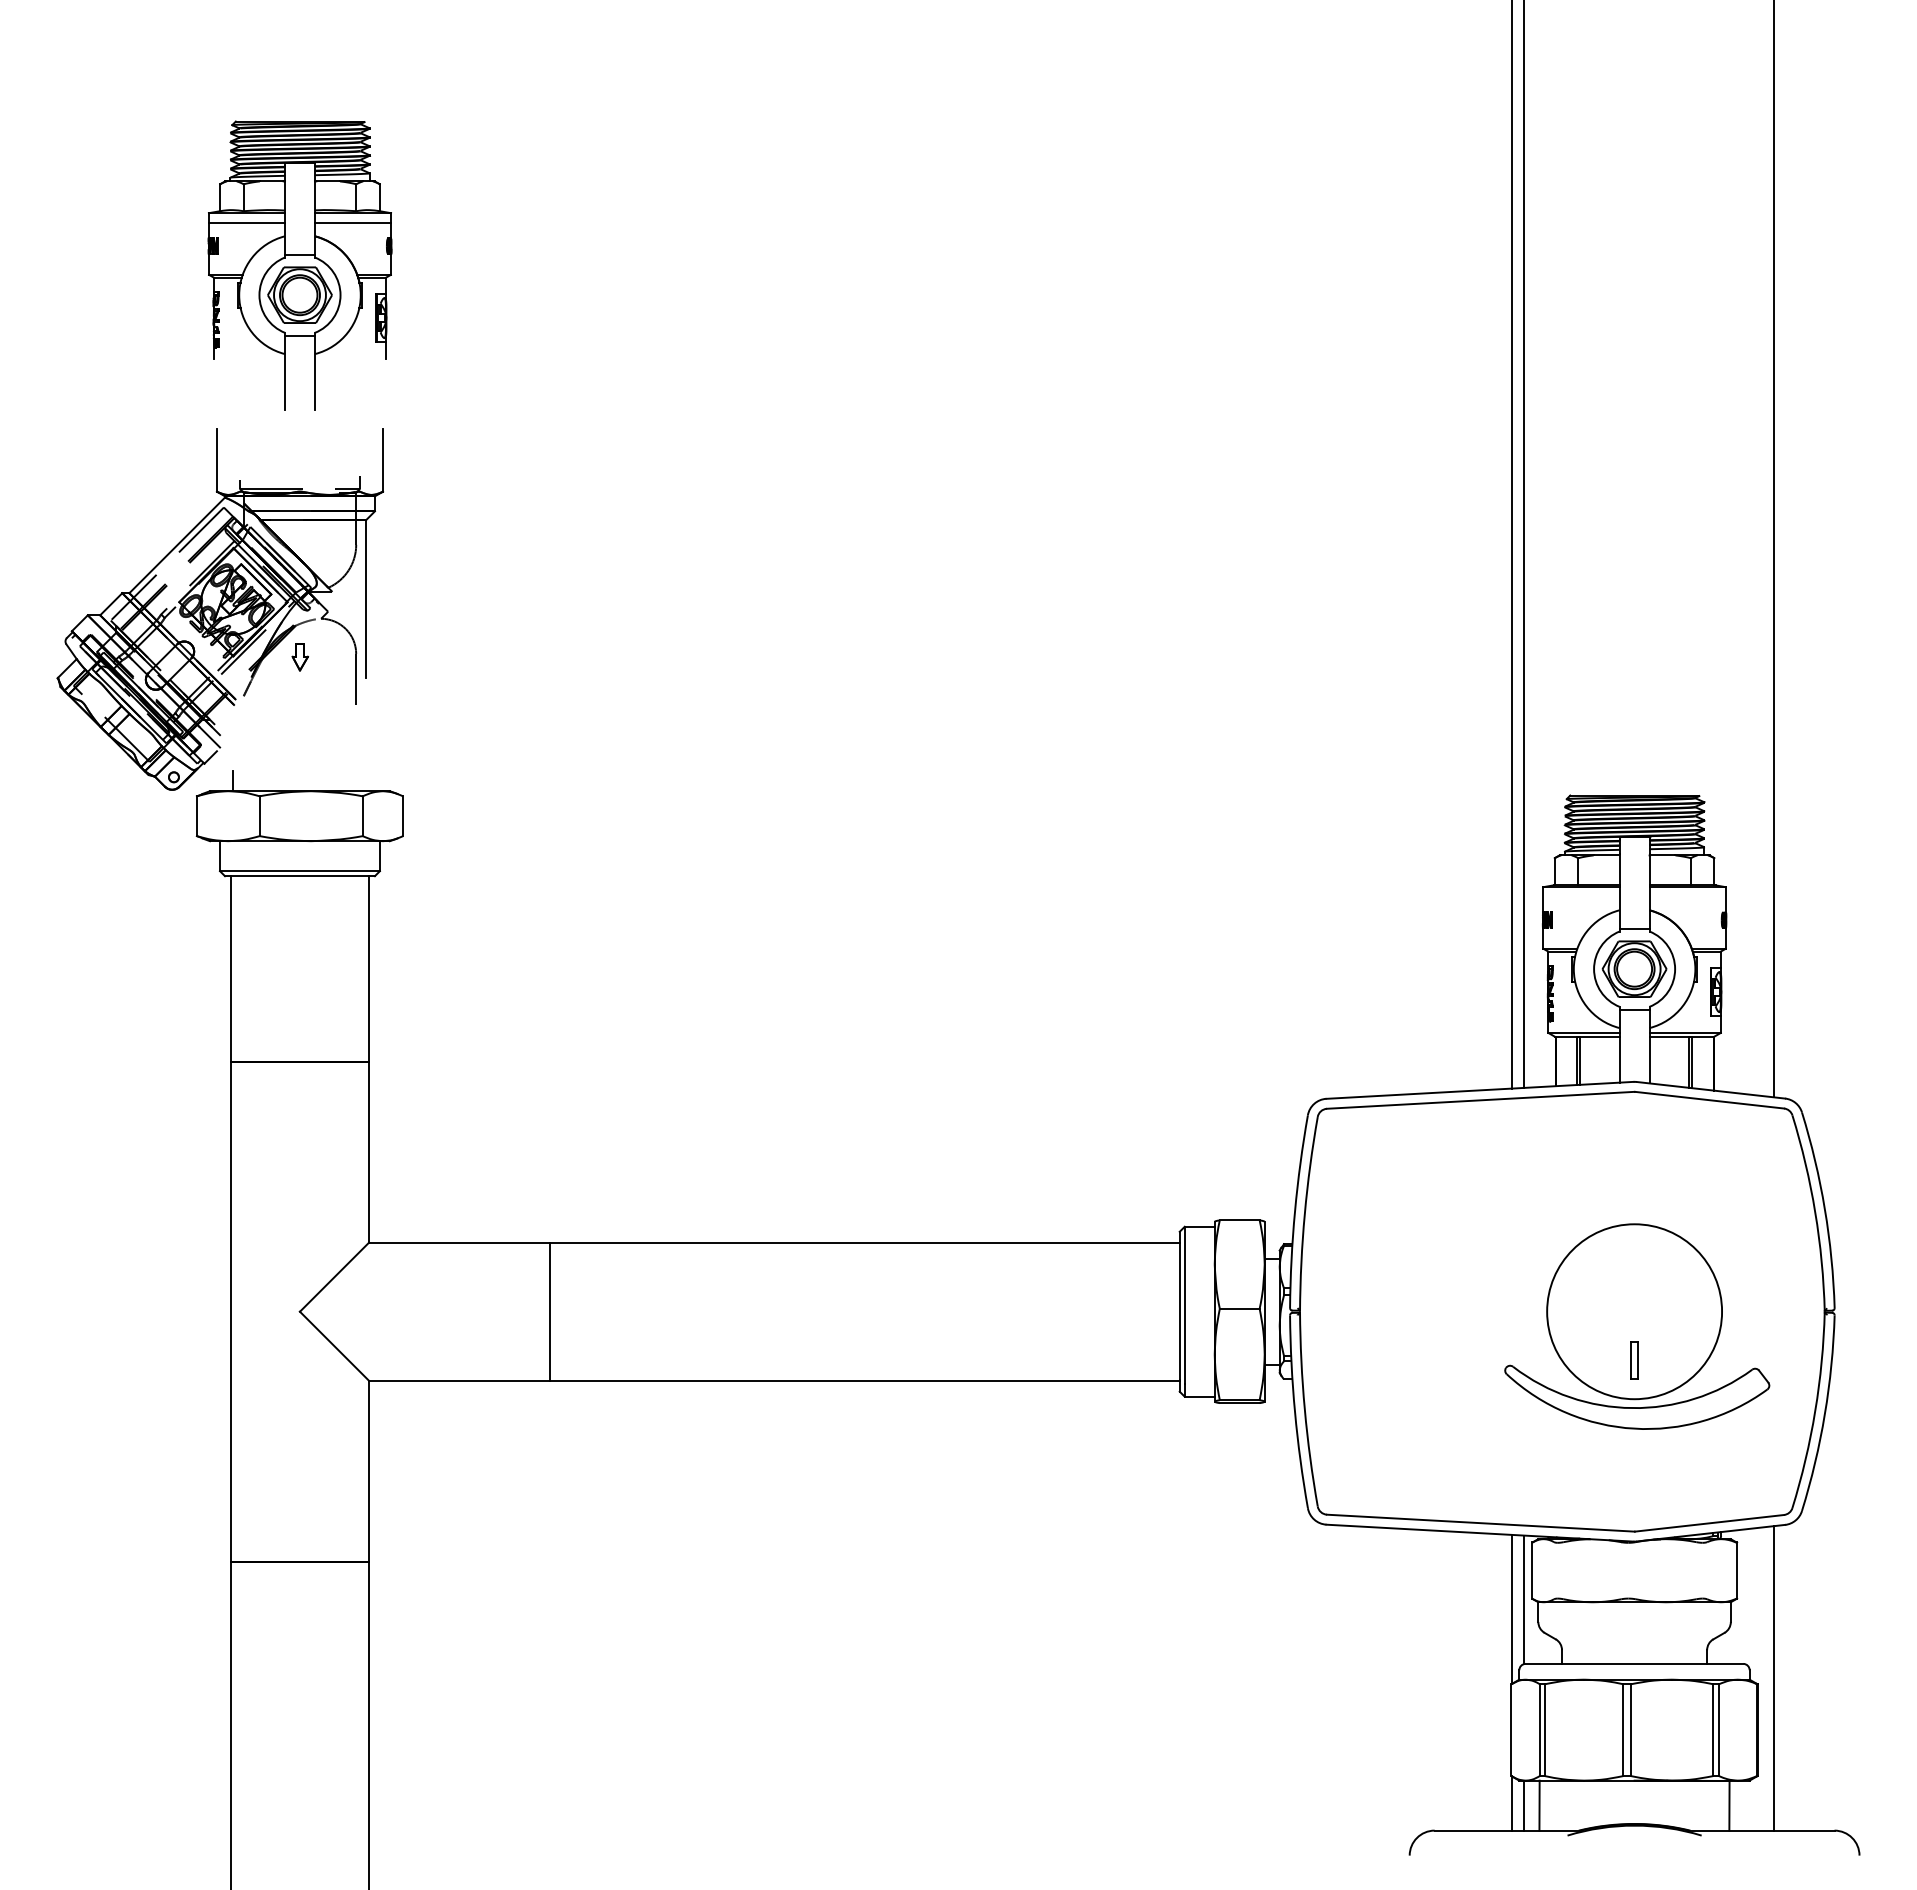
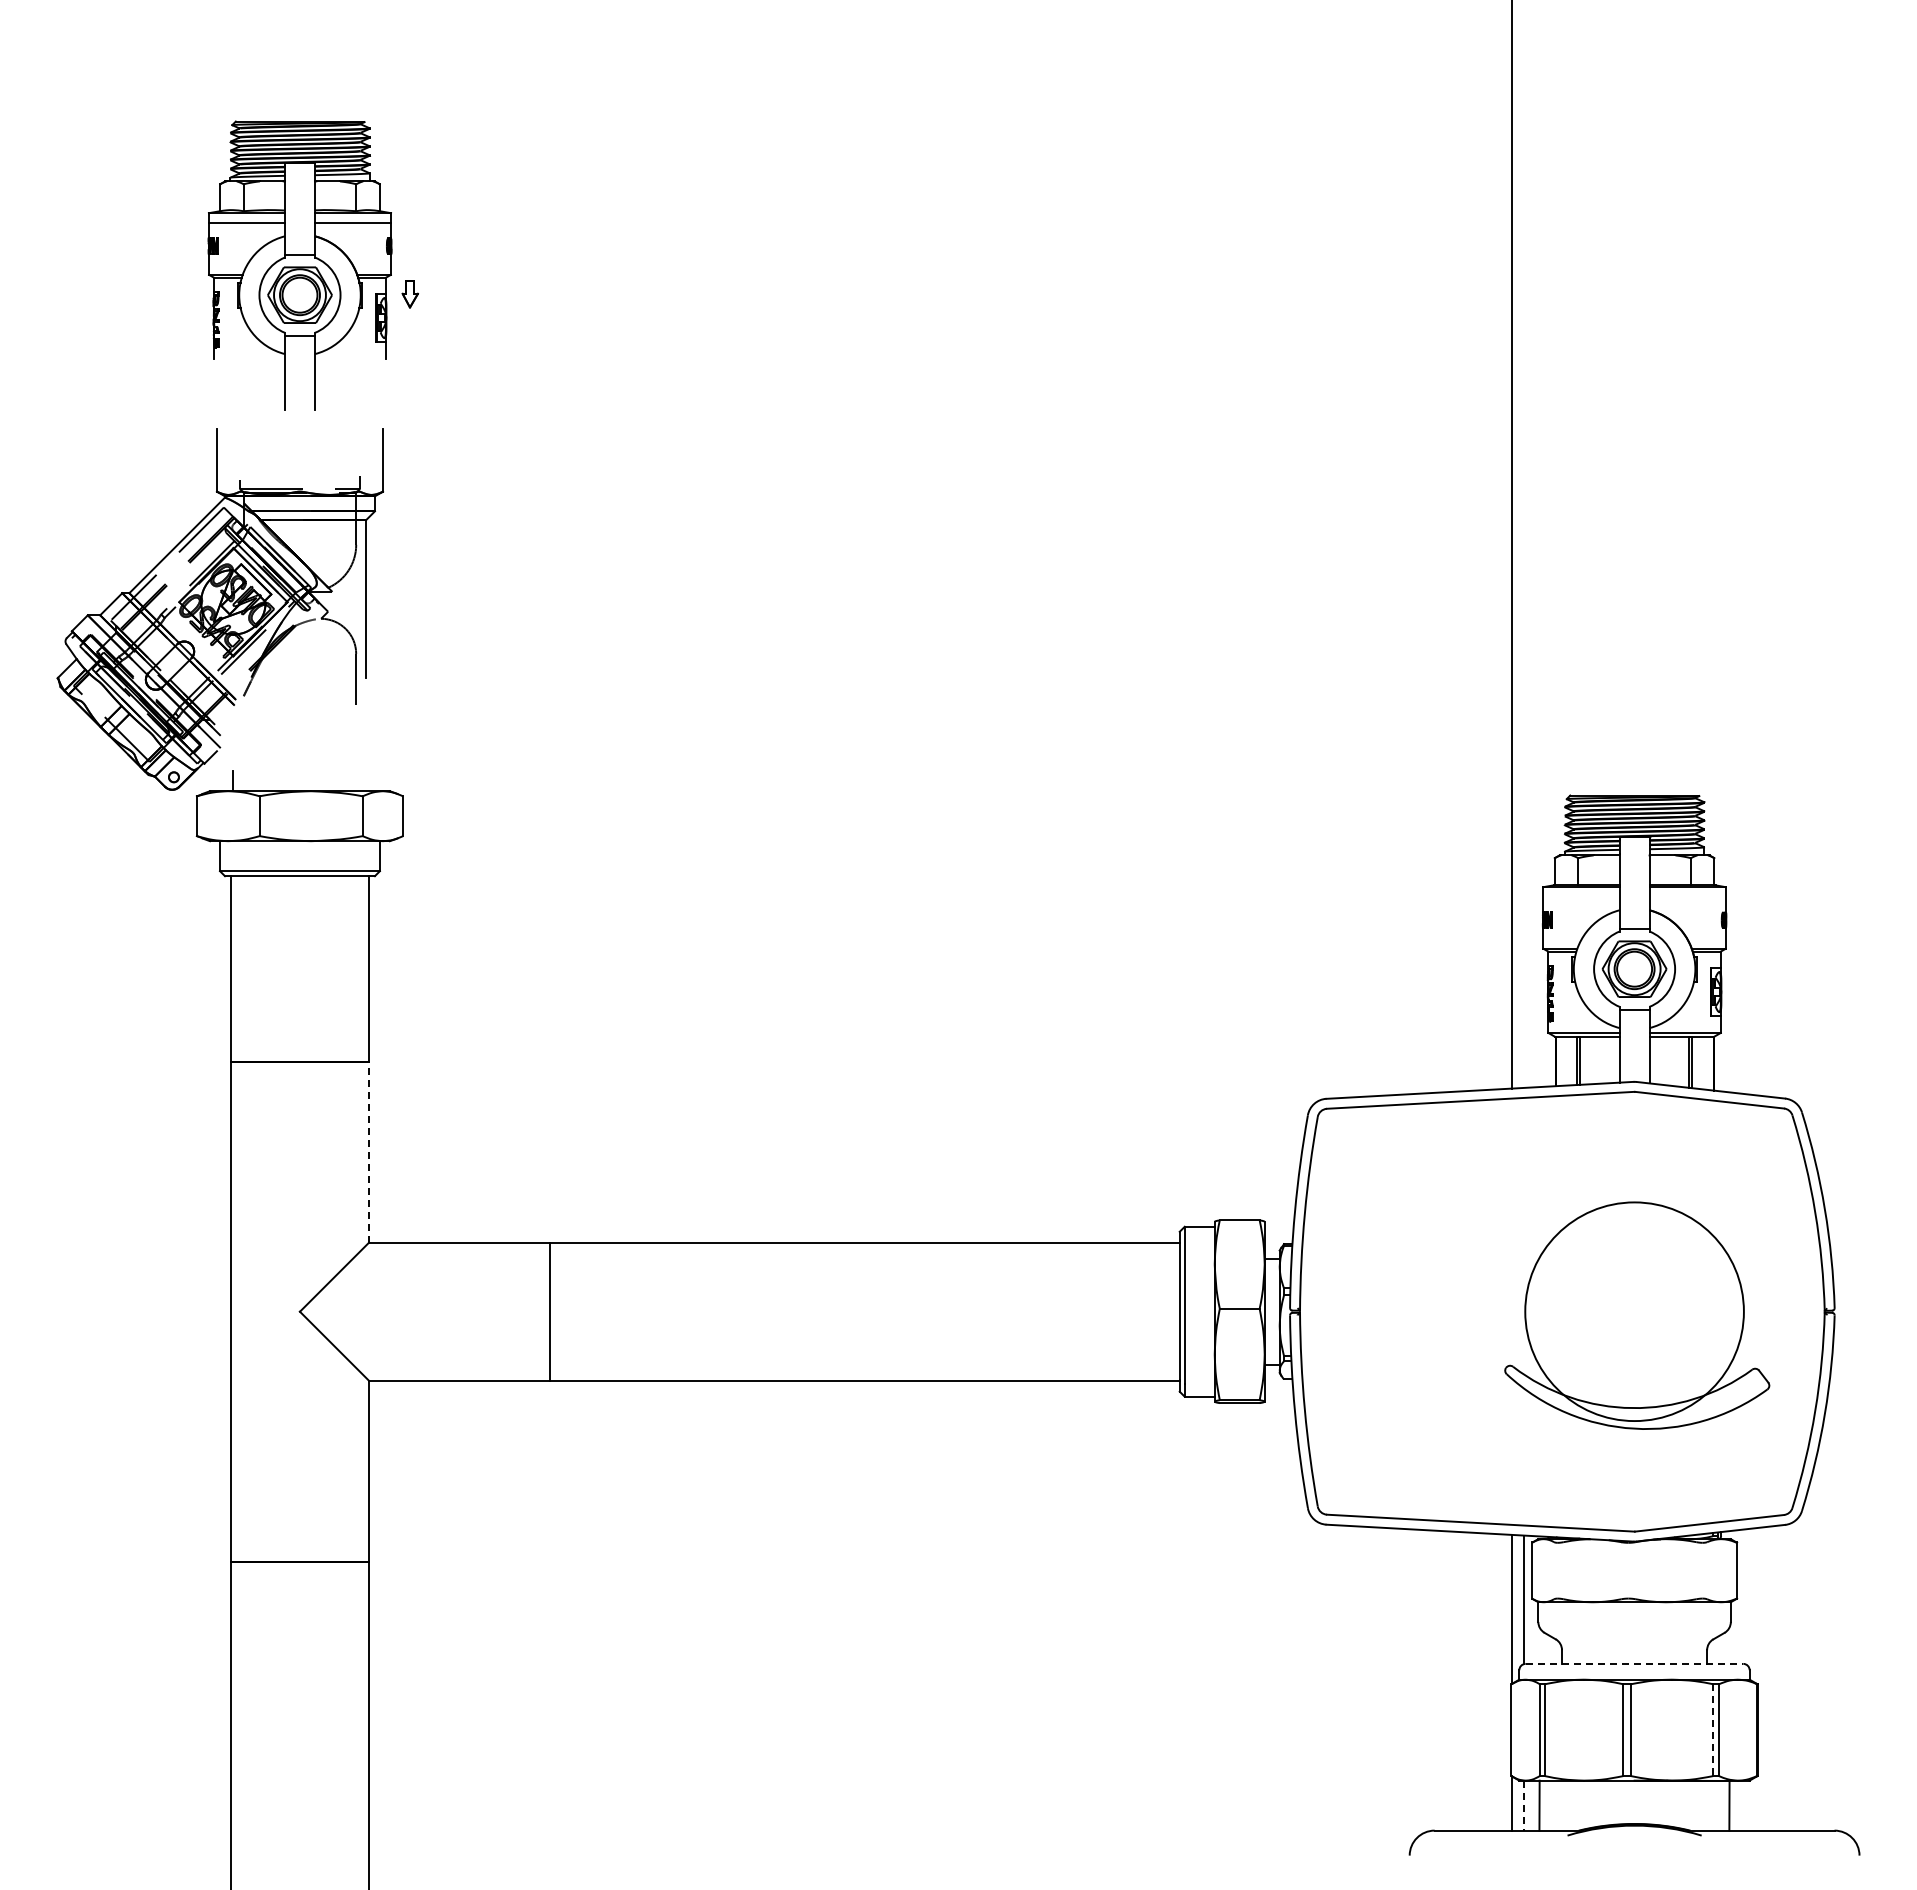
line at (1524, 544): present -> none
line at (1774, 549): present -> none
part at (299, 657) position: (299, 657) -> (409, 294)
line at (369, 1151): solid -> dashed
circle at (1634, 1311) diameter: 175 px -> 219 px
part at (1634, 1360): present -> none
line at (1634, 1663): solid -> dashed
line at (1774, 1678): present -> none
line at (1713, 1730): solid -> dashed
line at (1524, 1805): solid -> dashed
